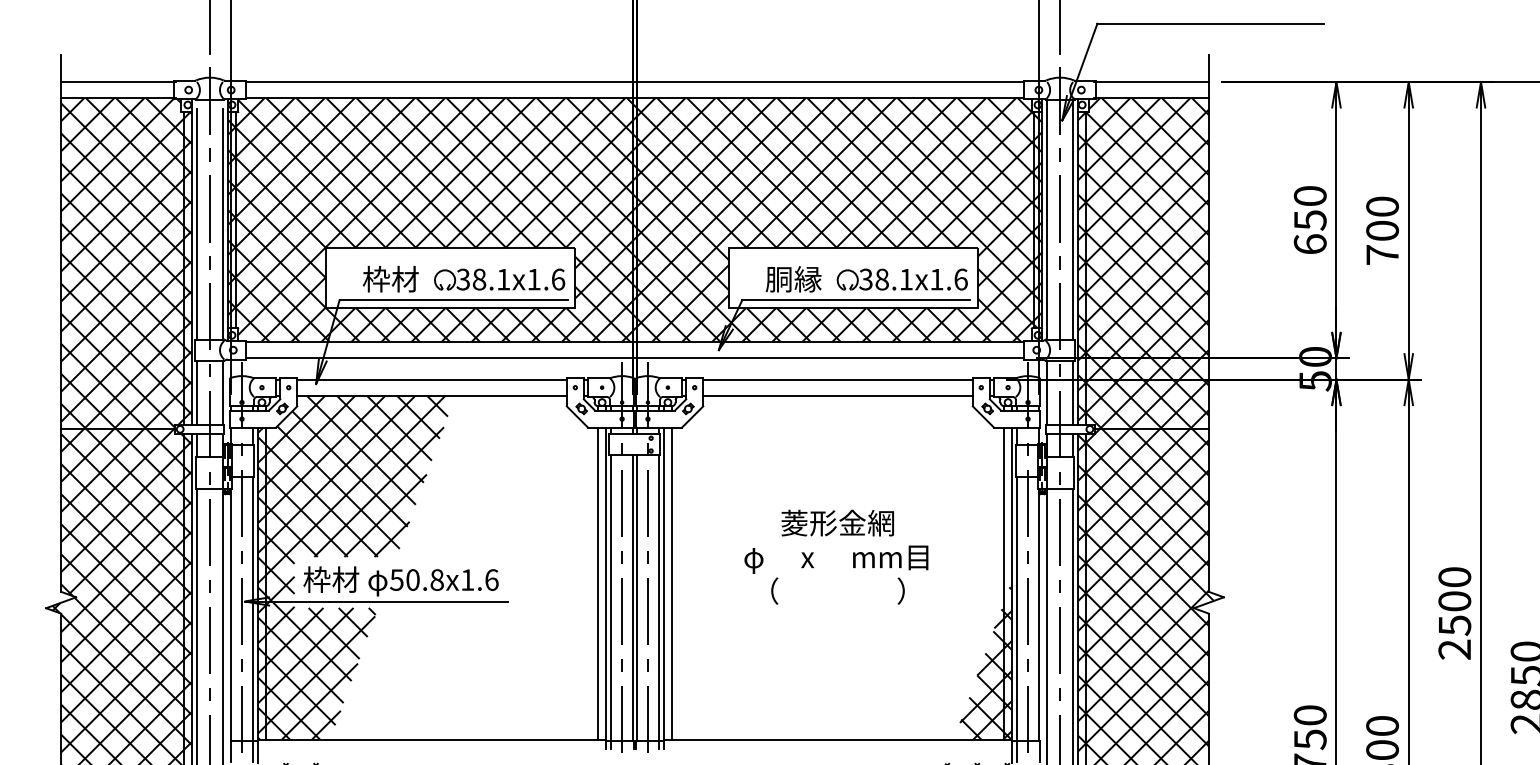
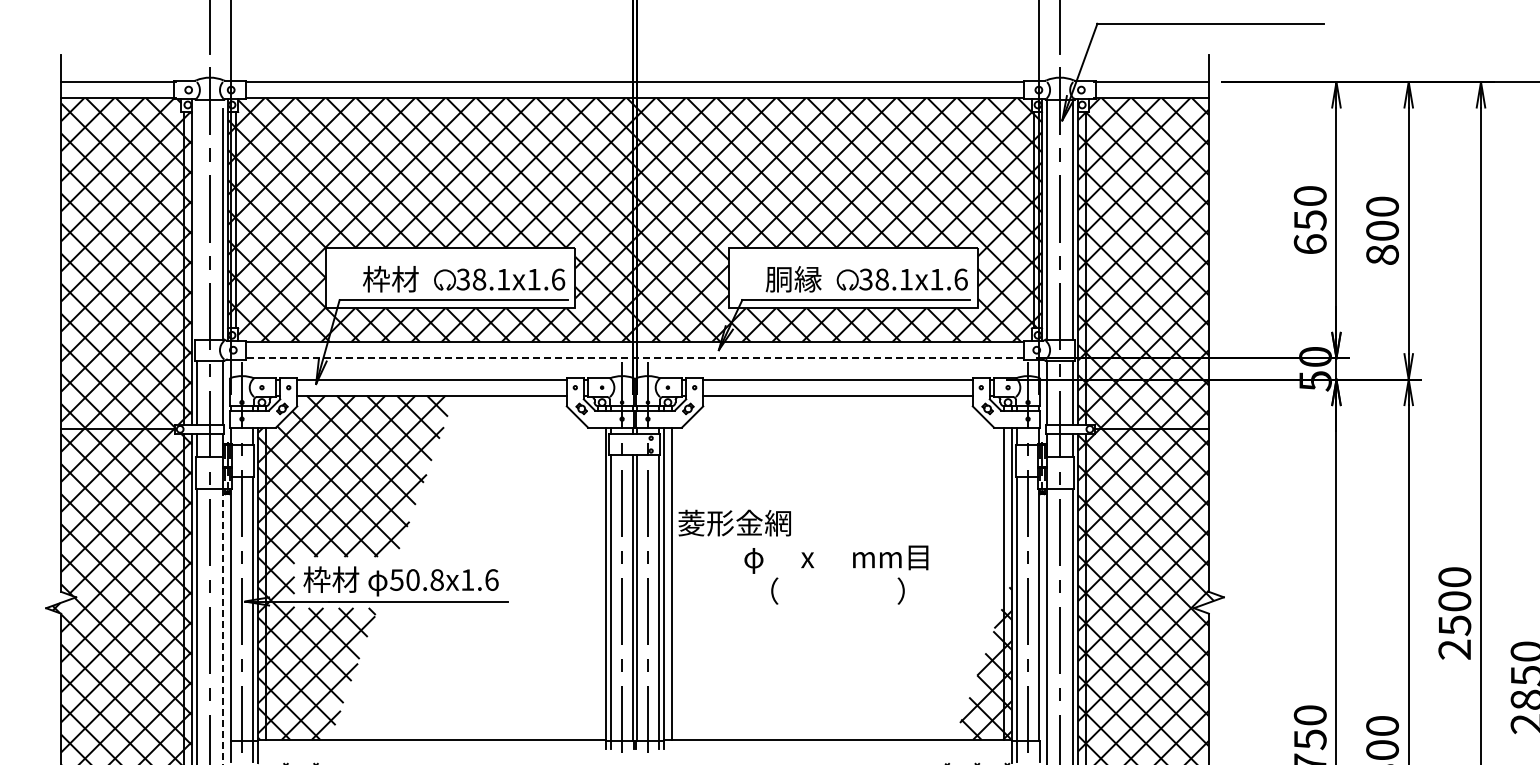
line at (197, 223): present -> none
text at (1382, 254): 700 -> 800
line at (635, 358): solid -> dashed
text at (837, 522) position: (837, 522) -> (734, 522)
line at (598, 583): present -> none
line at (222, 626): solid -> dashed
